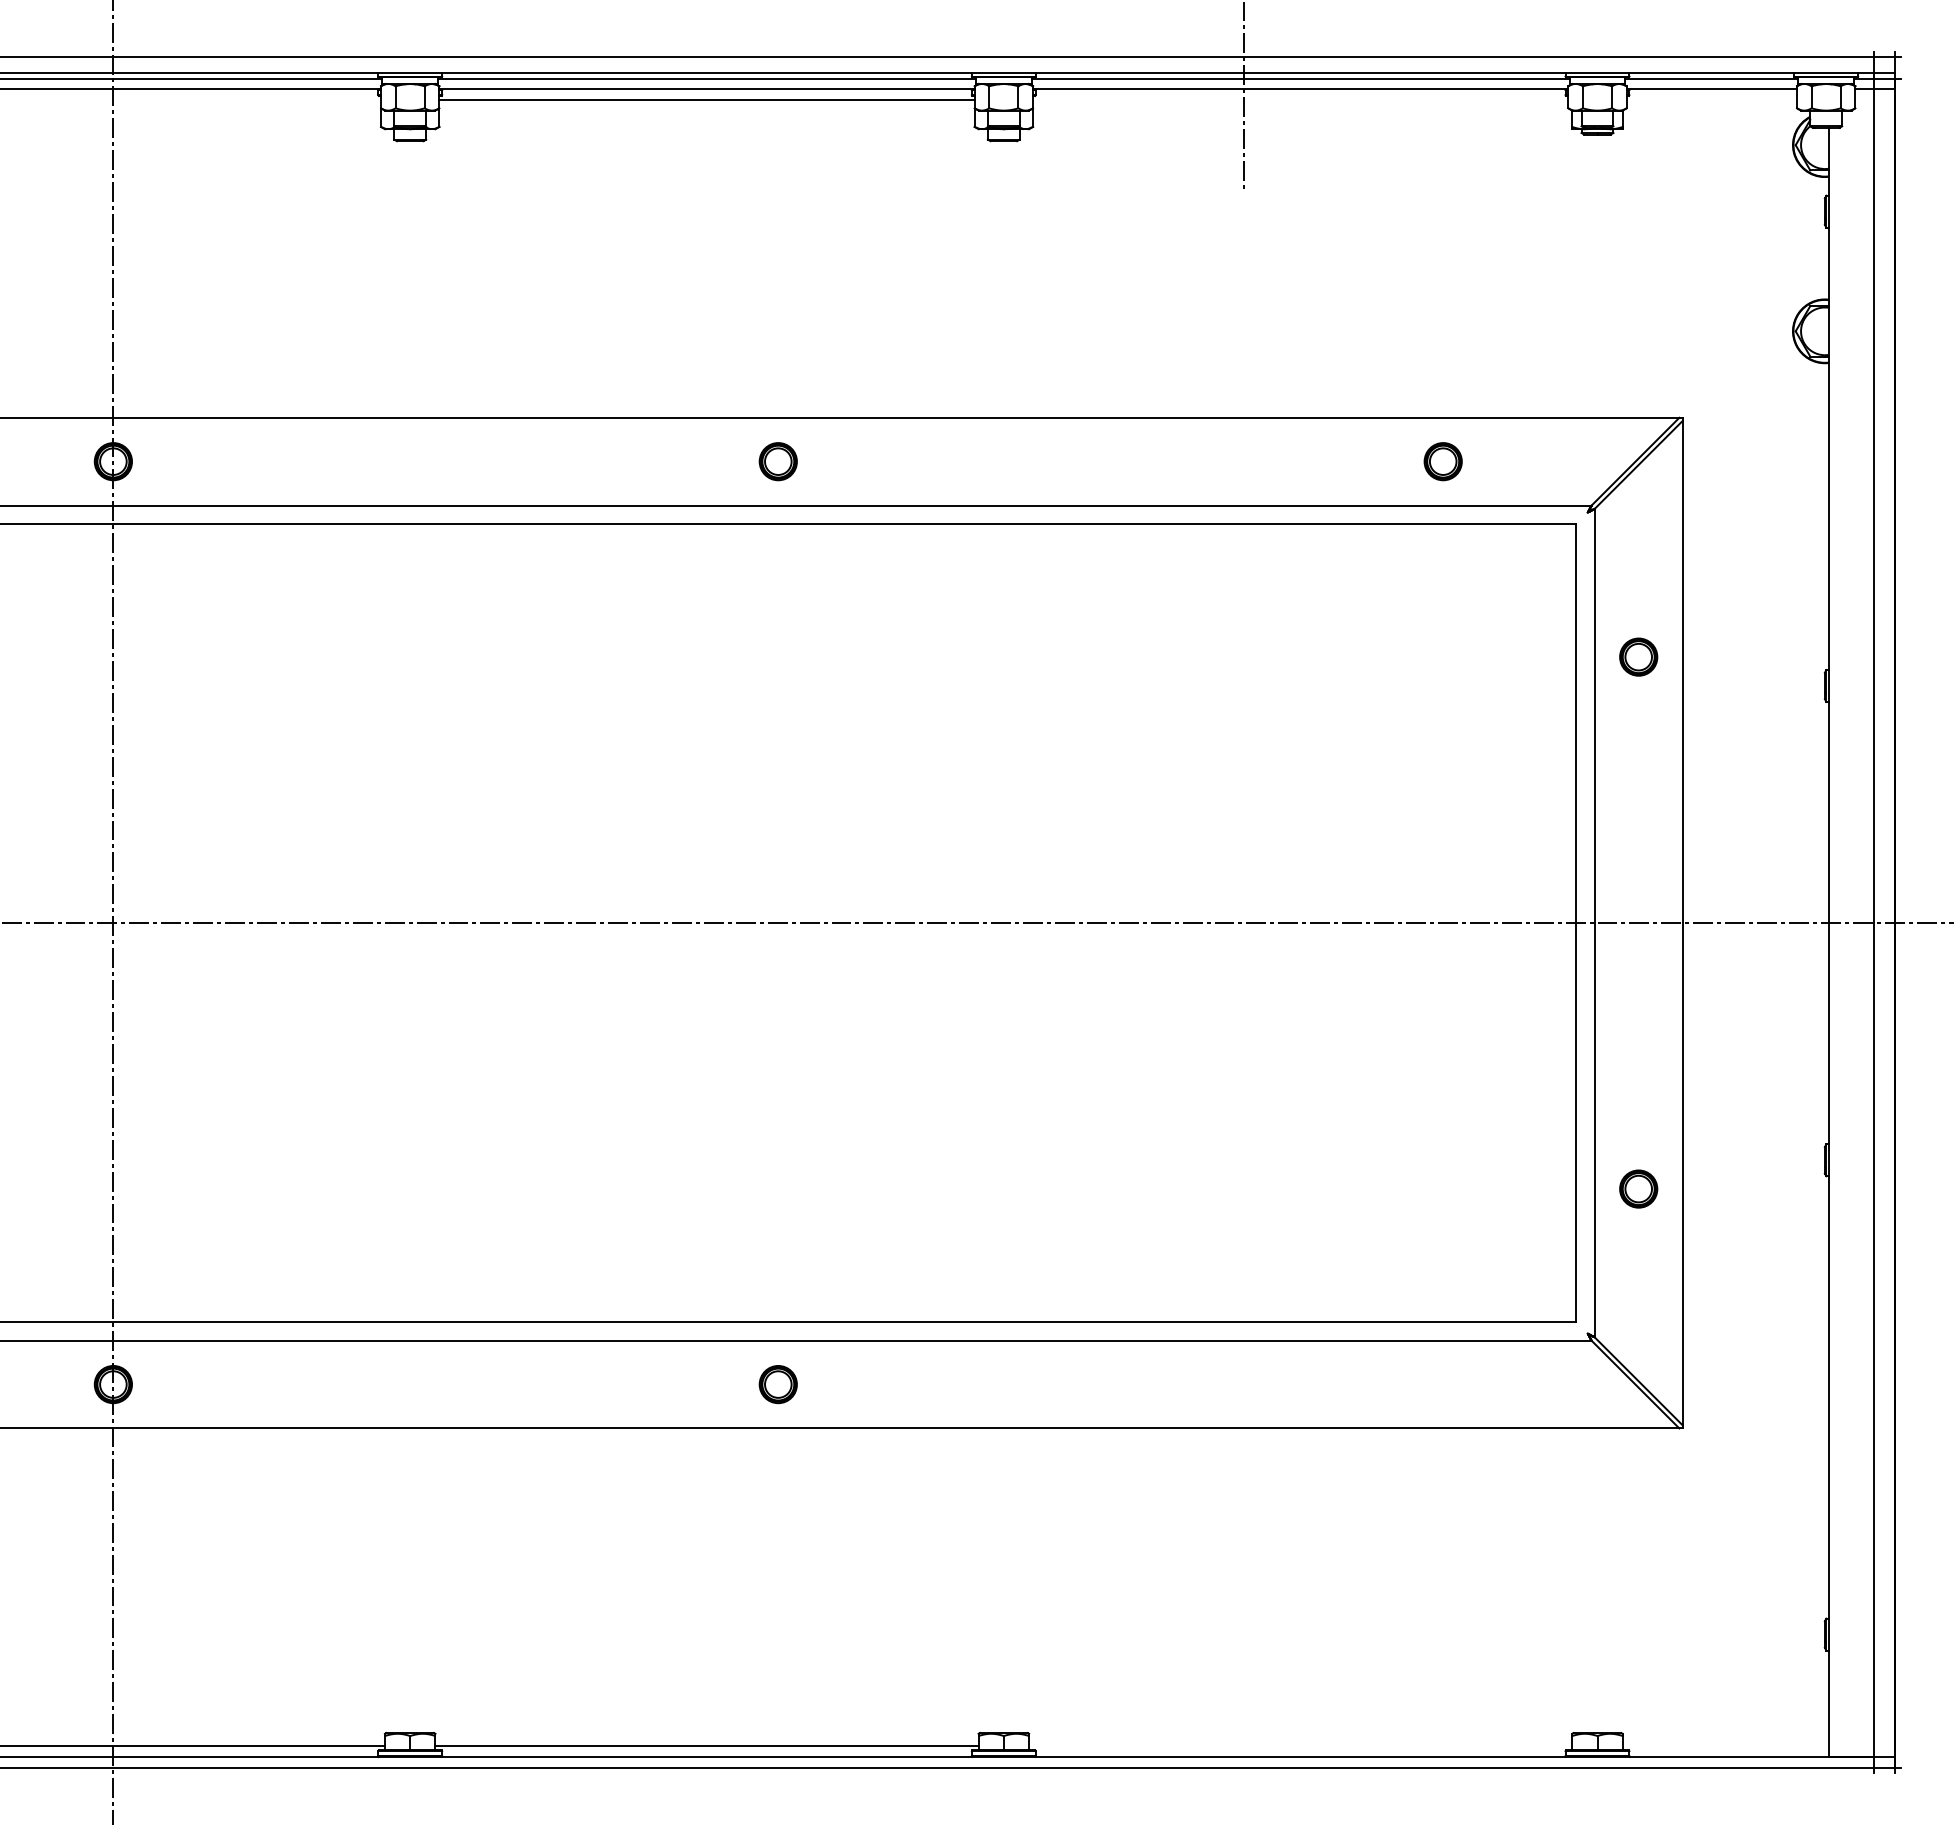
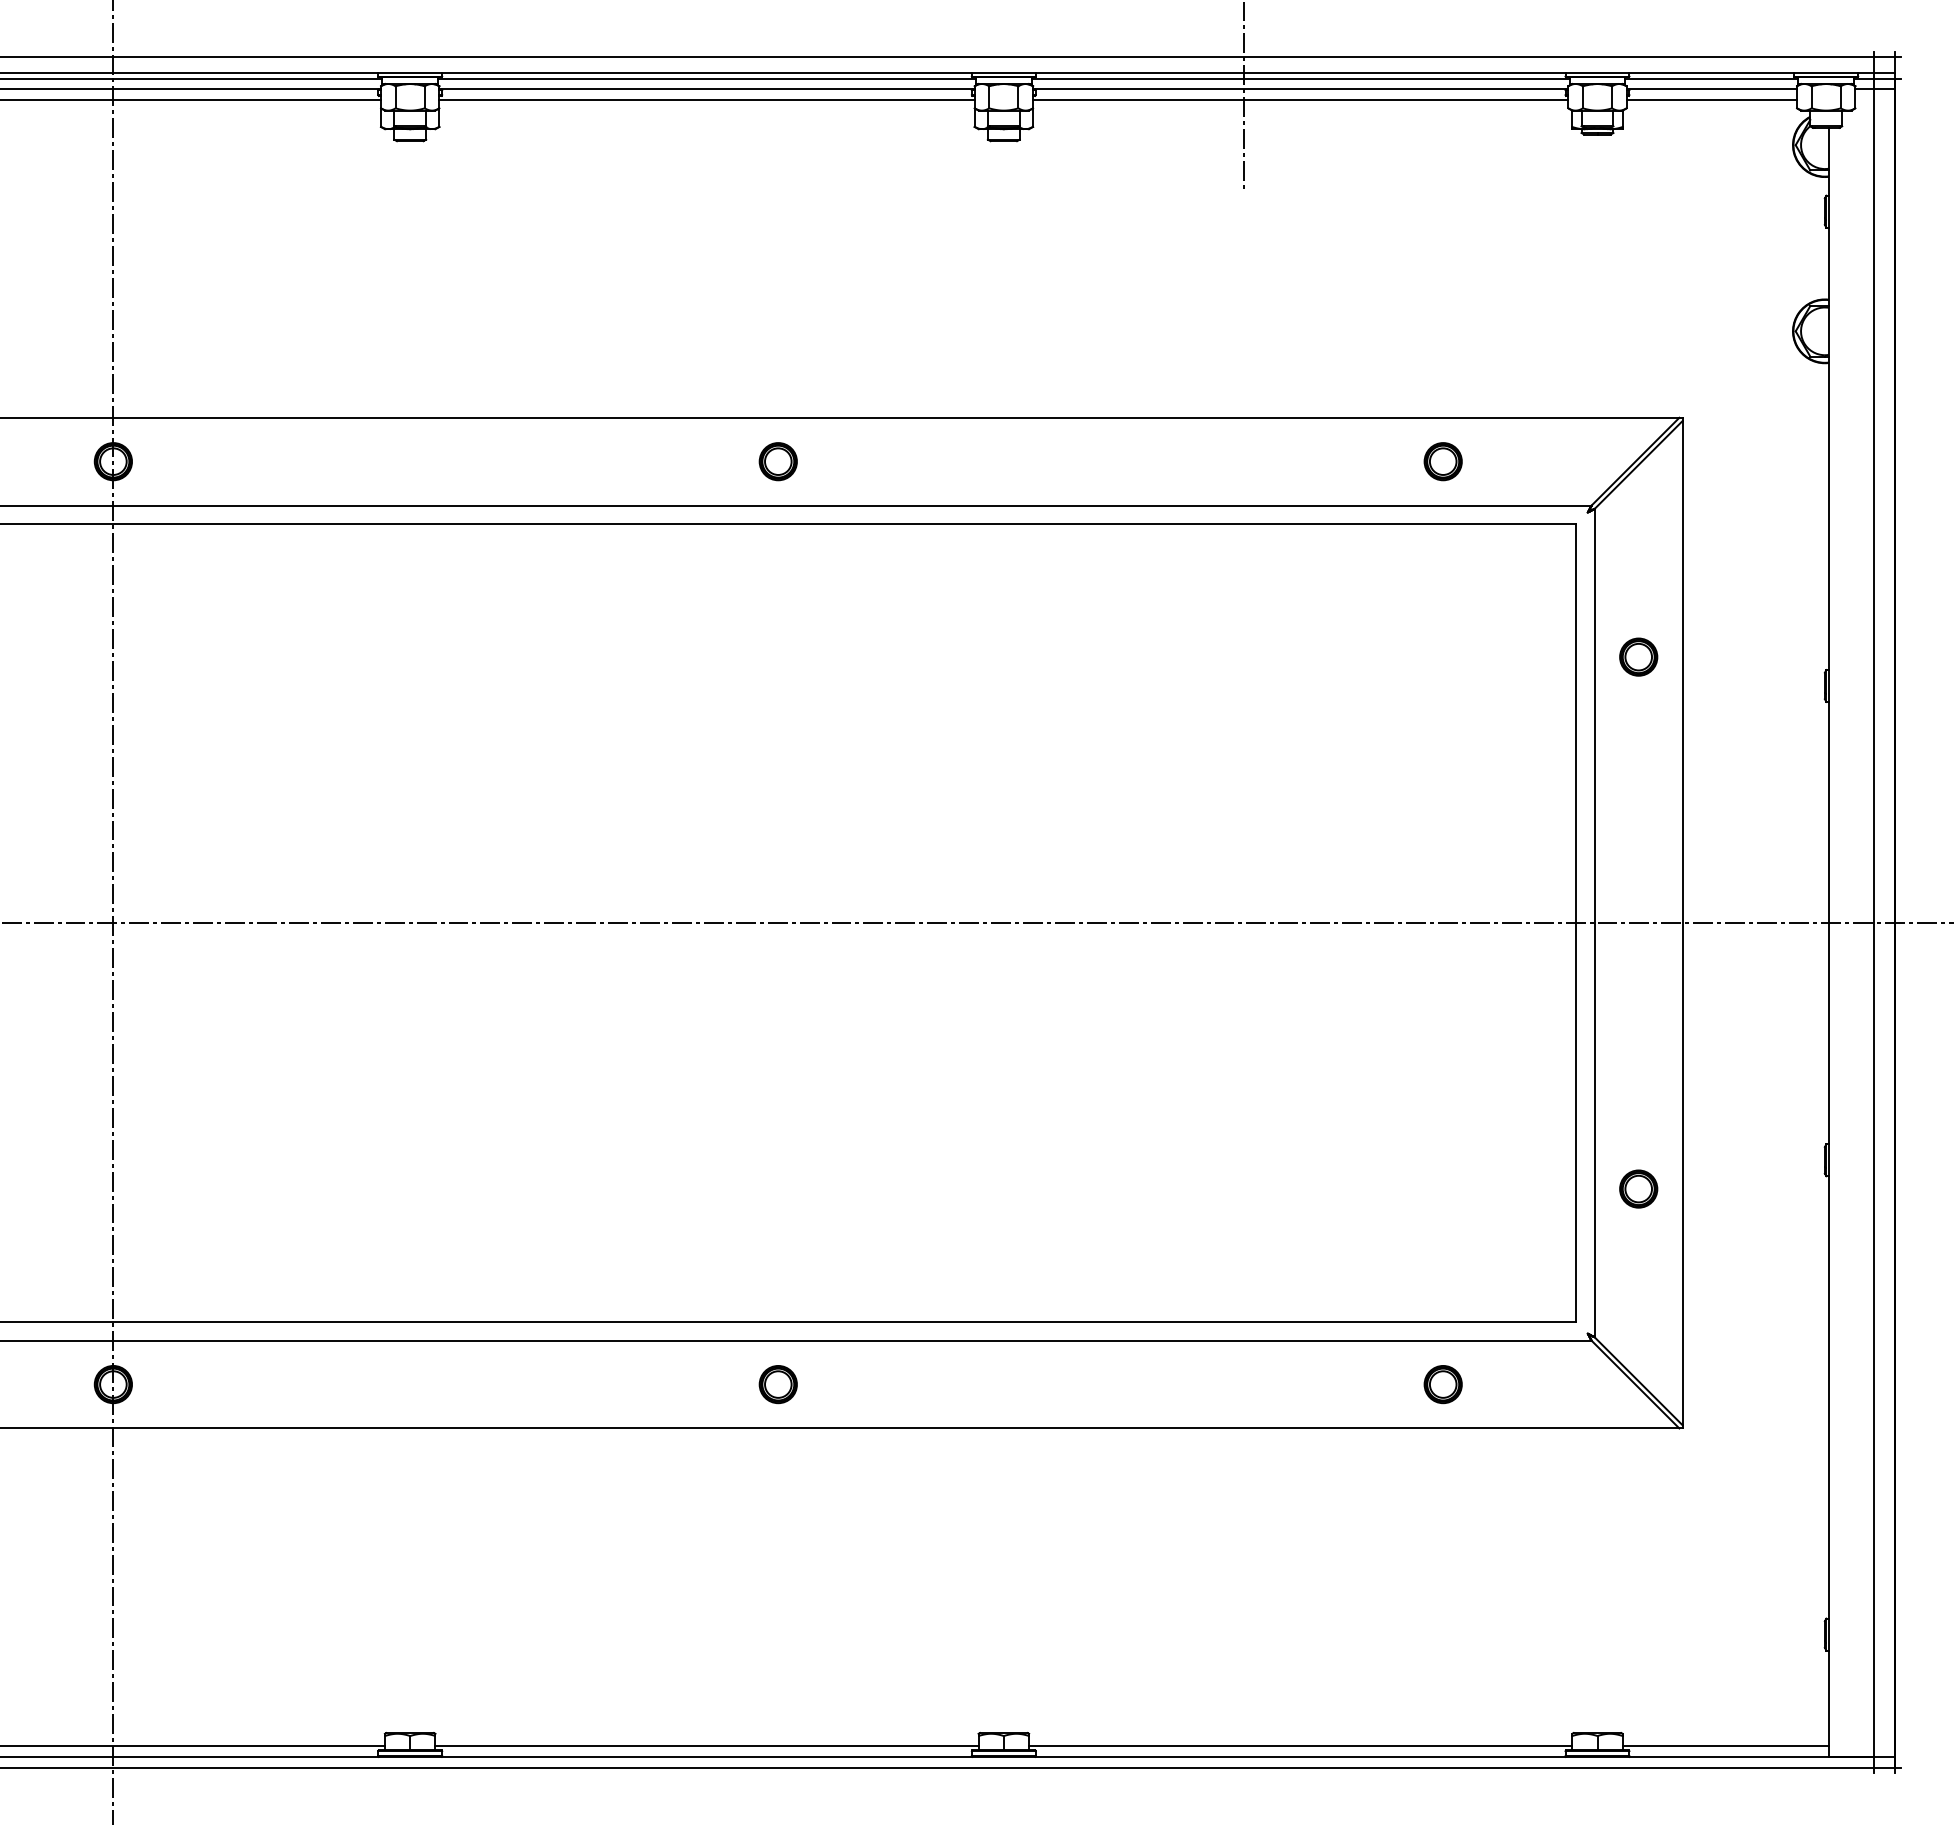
line at (191, 99): none -> present
line at (1300, 99): none -> present
line at (1711, 99): none -> present
part at (1442, 1384): none -> present
line at (1300, 1746): none -> present
line at (1725, 1746): none -> present
